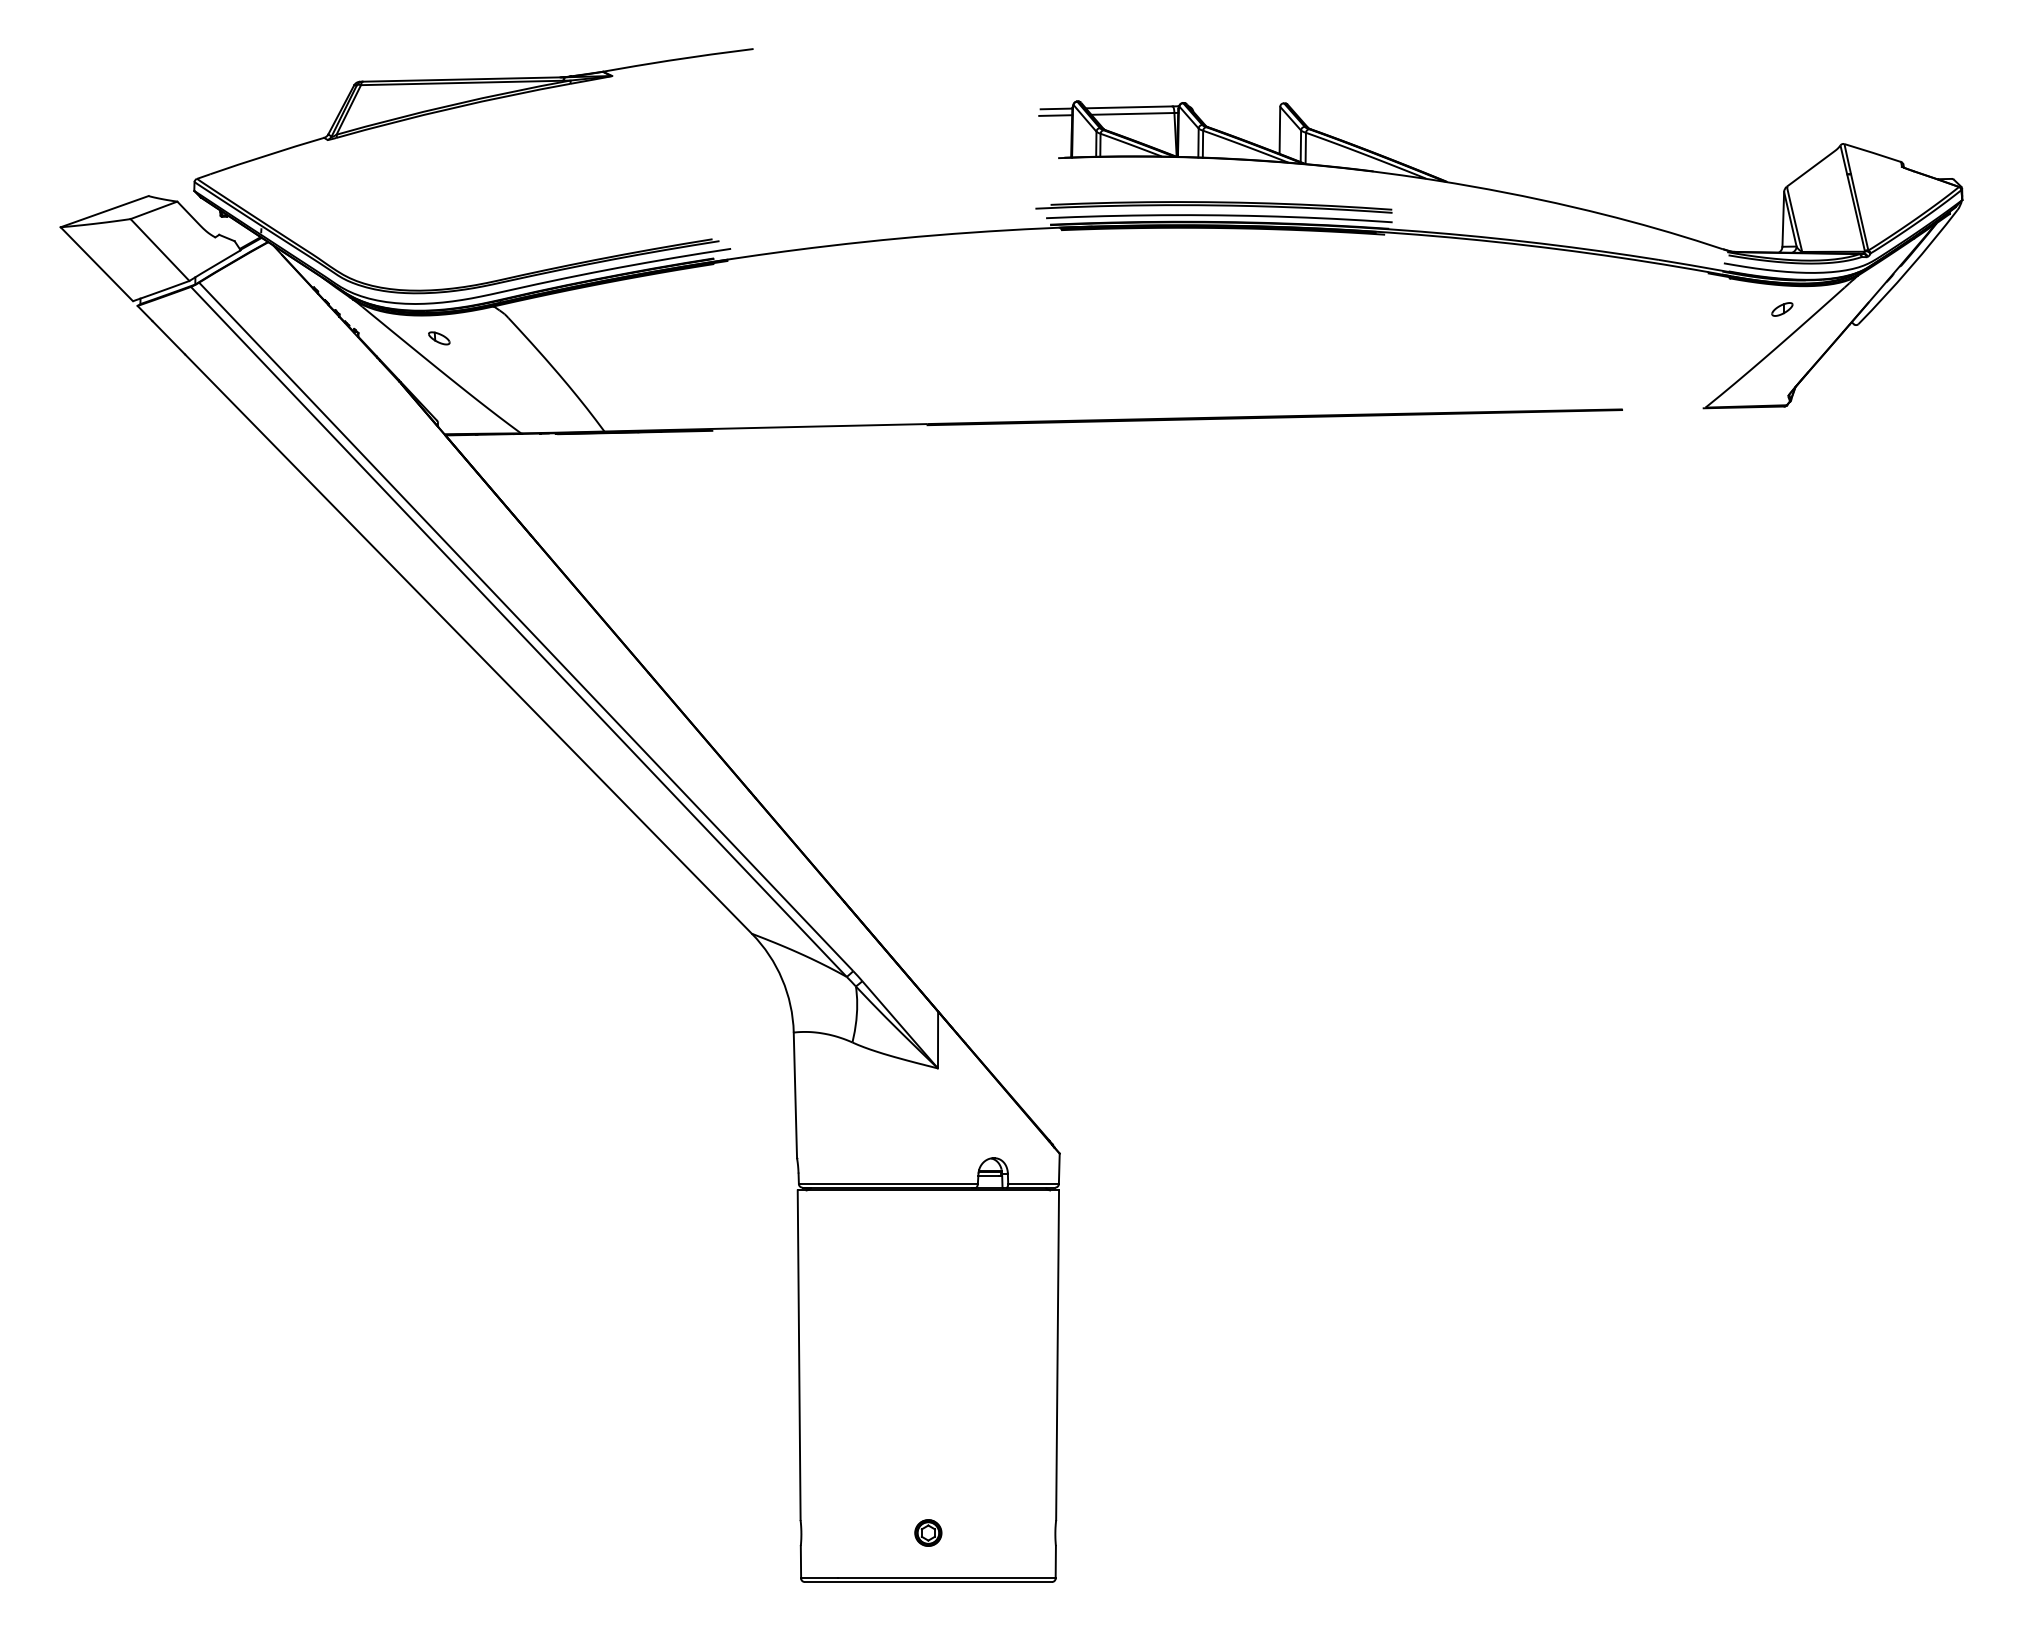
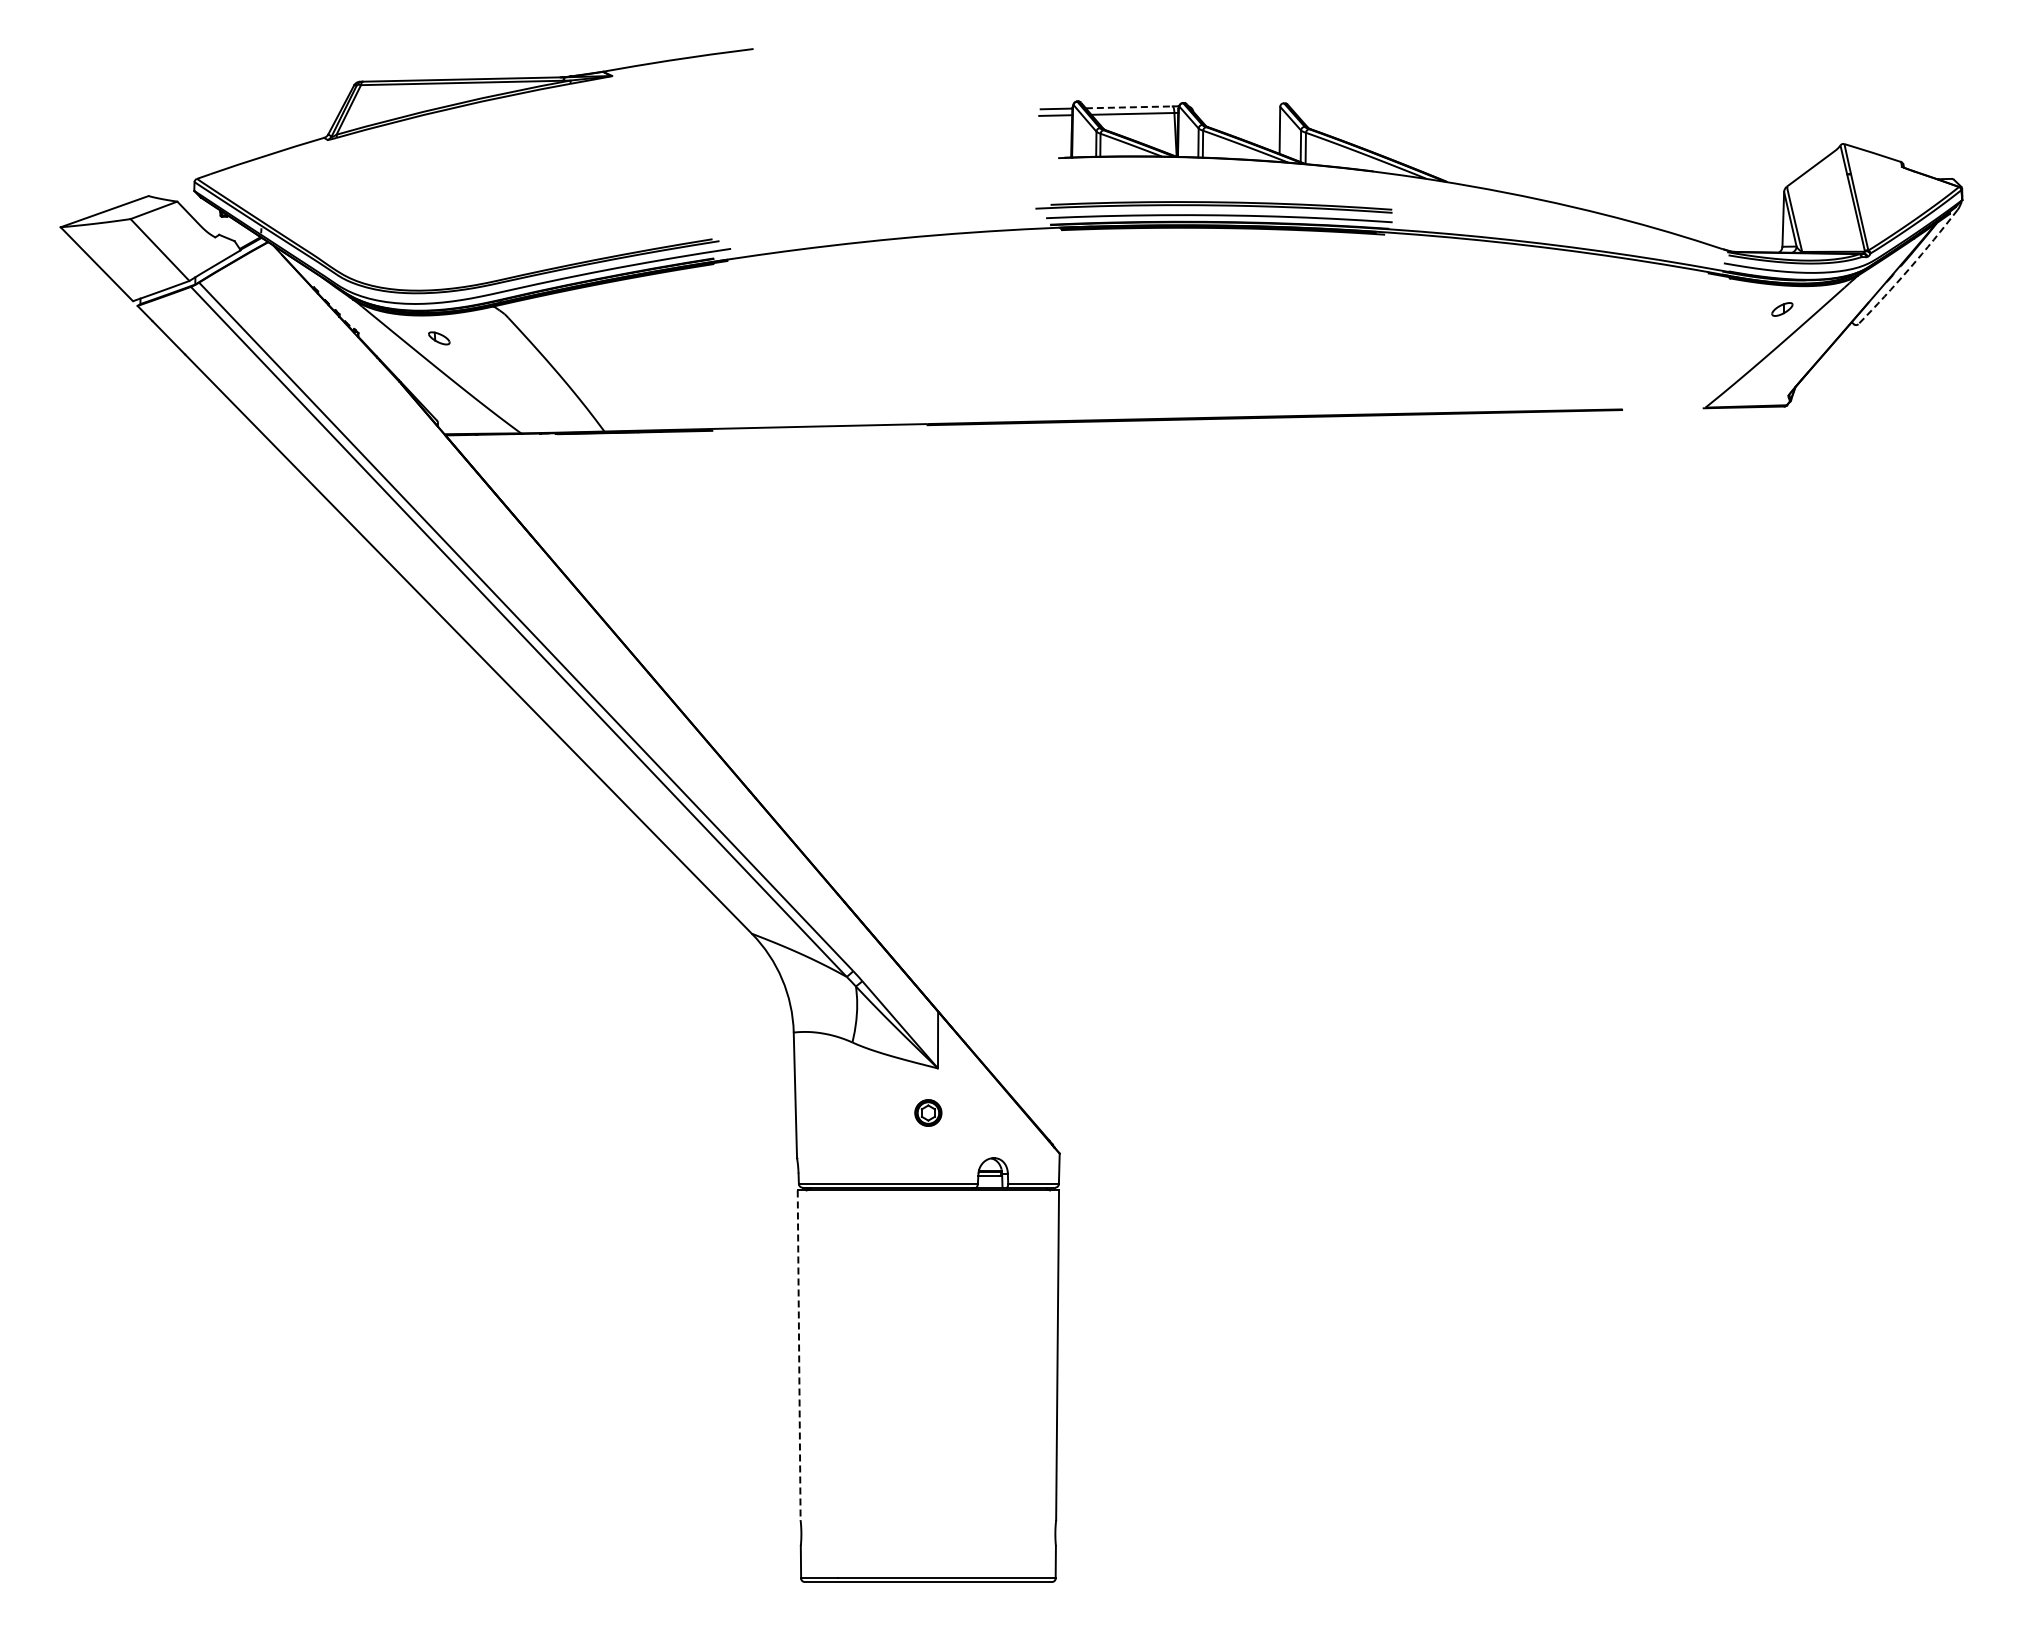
line at (1129, 107): solid -> dashed
arc at (1909, 268): solid -> dashed
line at (799, 1355): solid -> dashed
part at (928, 1532) position: (928, 1532) -> (928, 1112)
